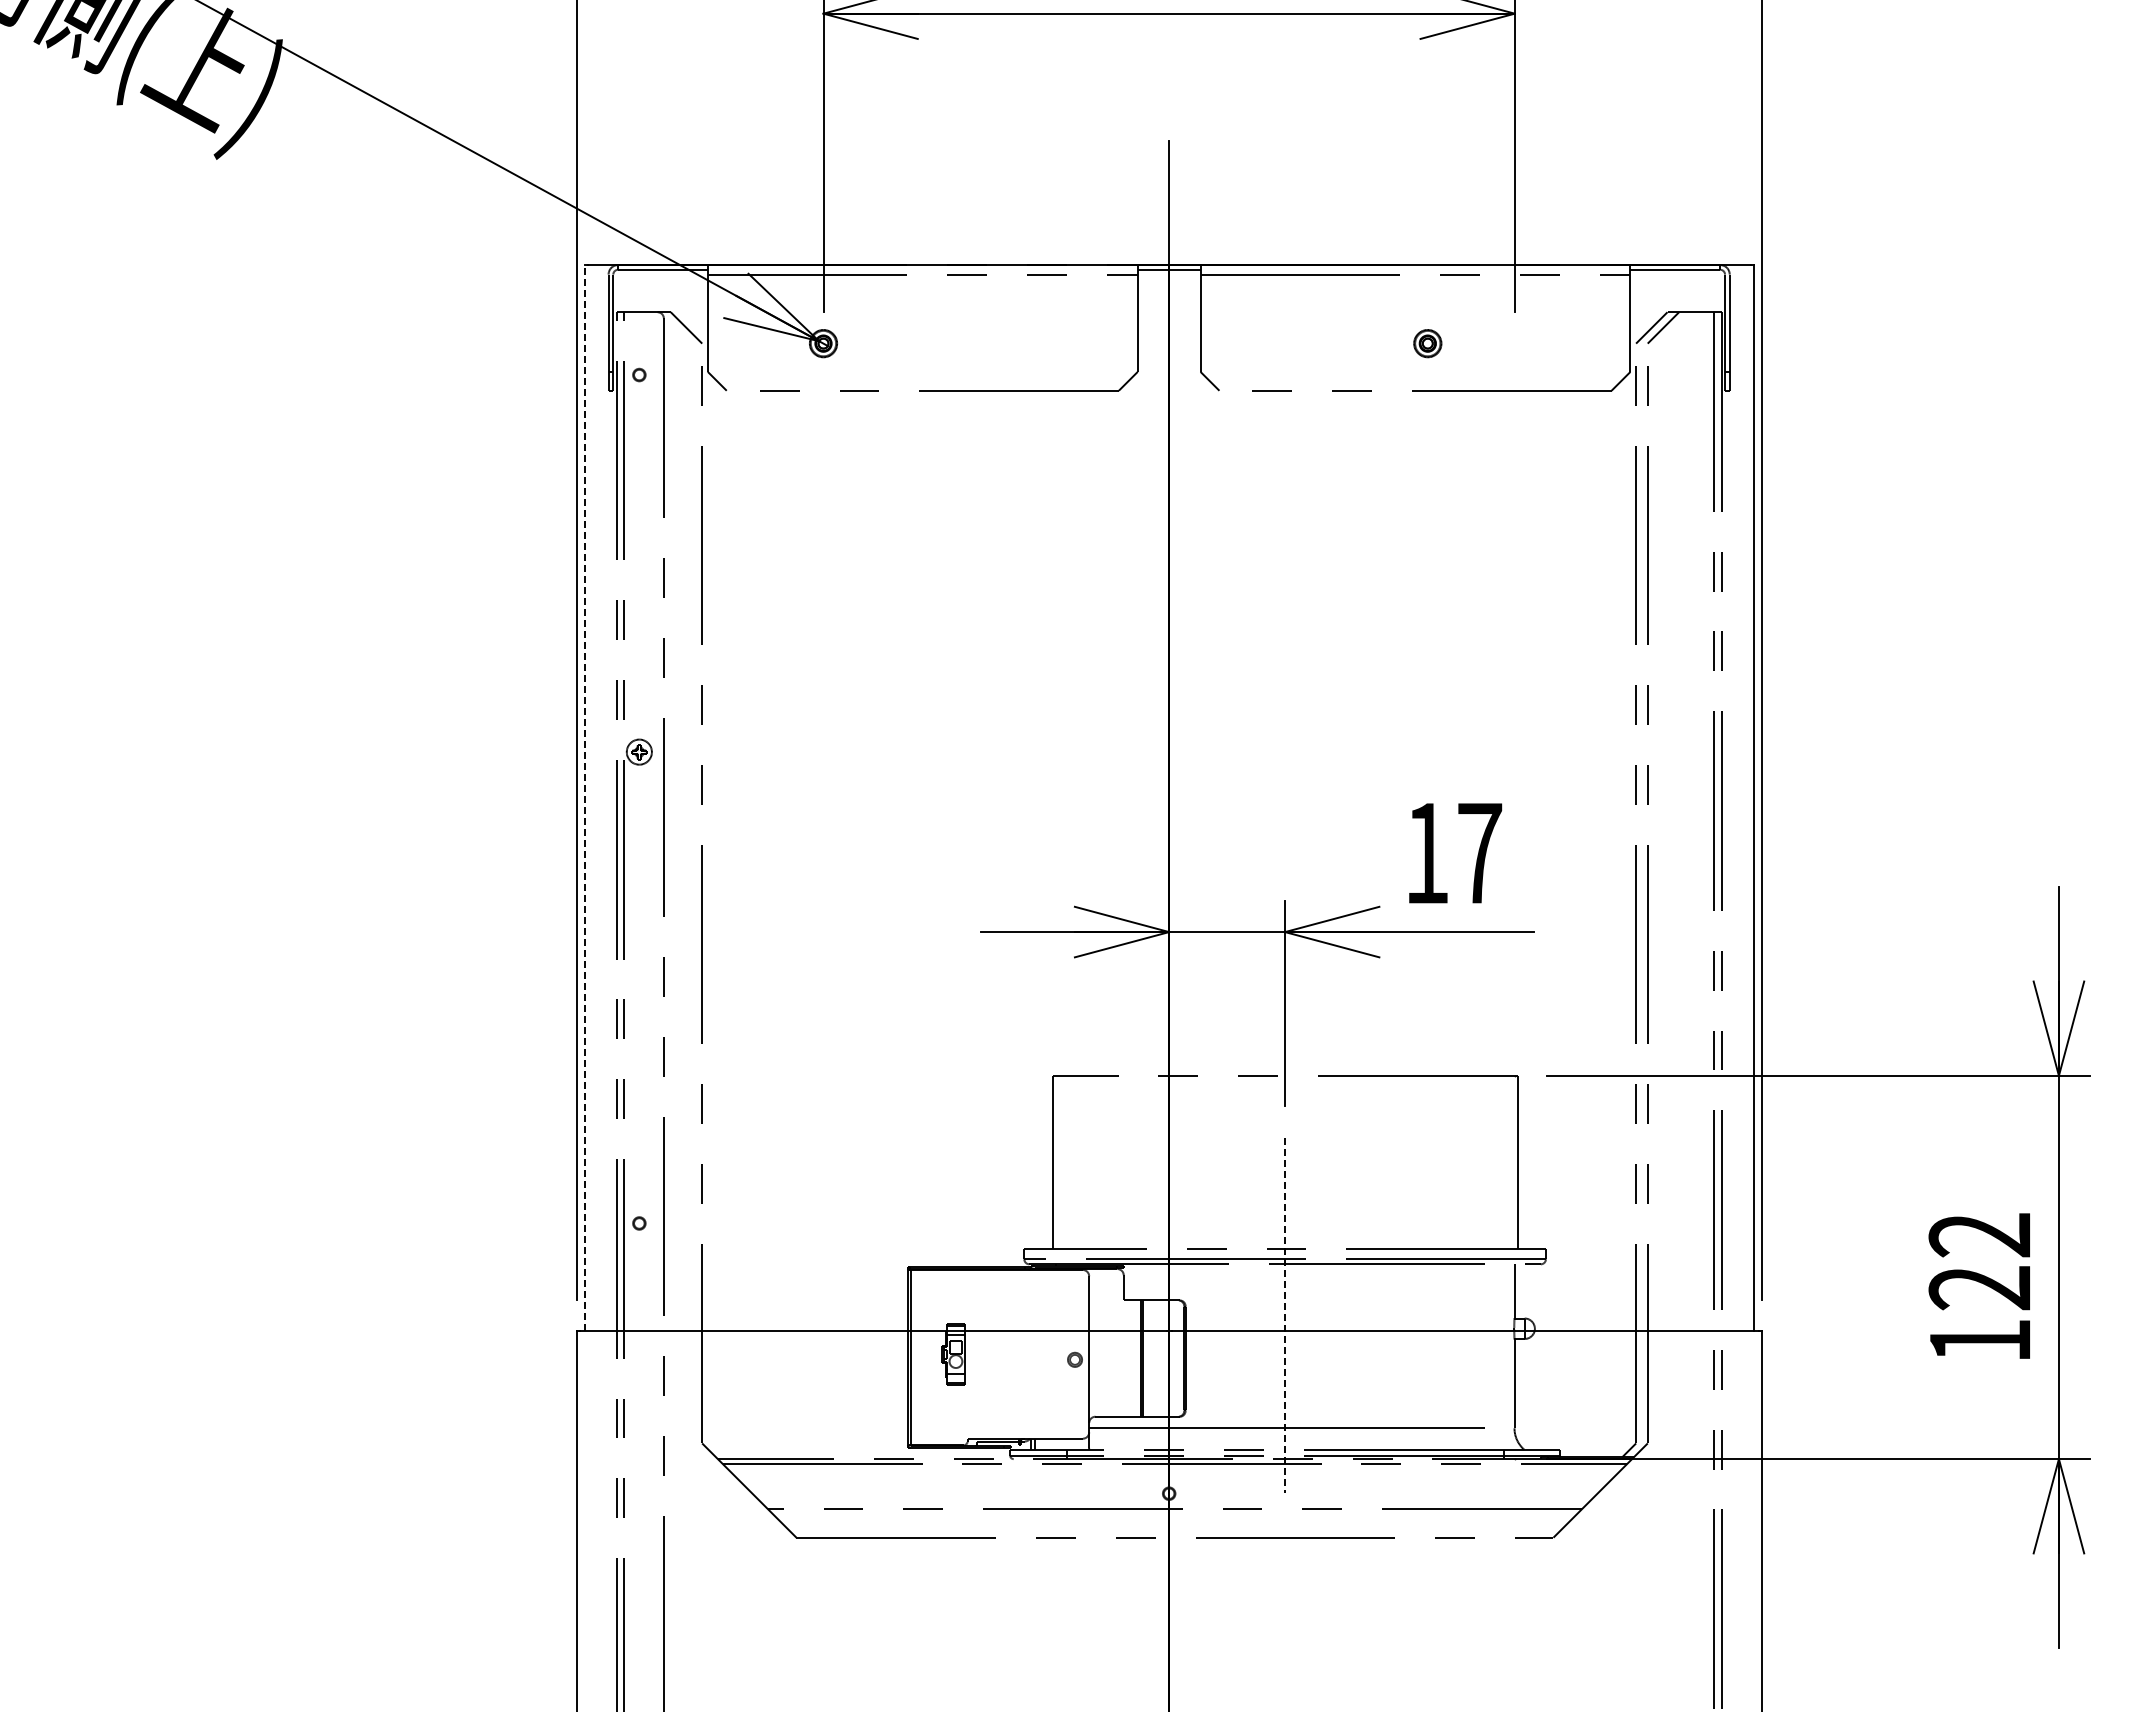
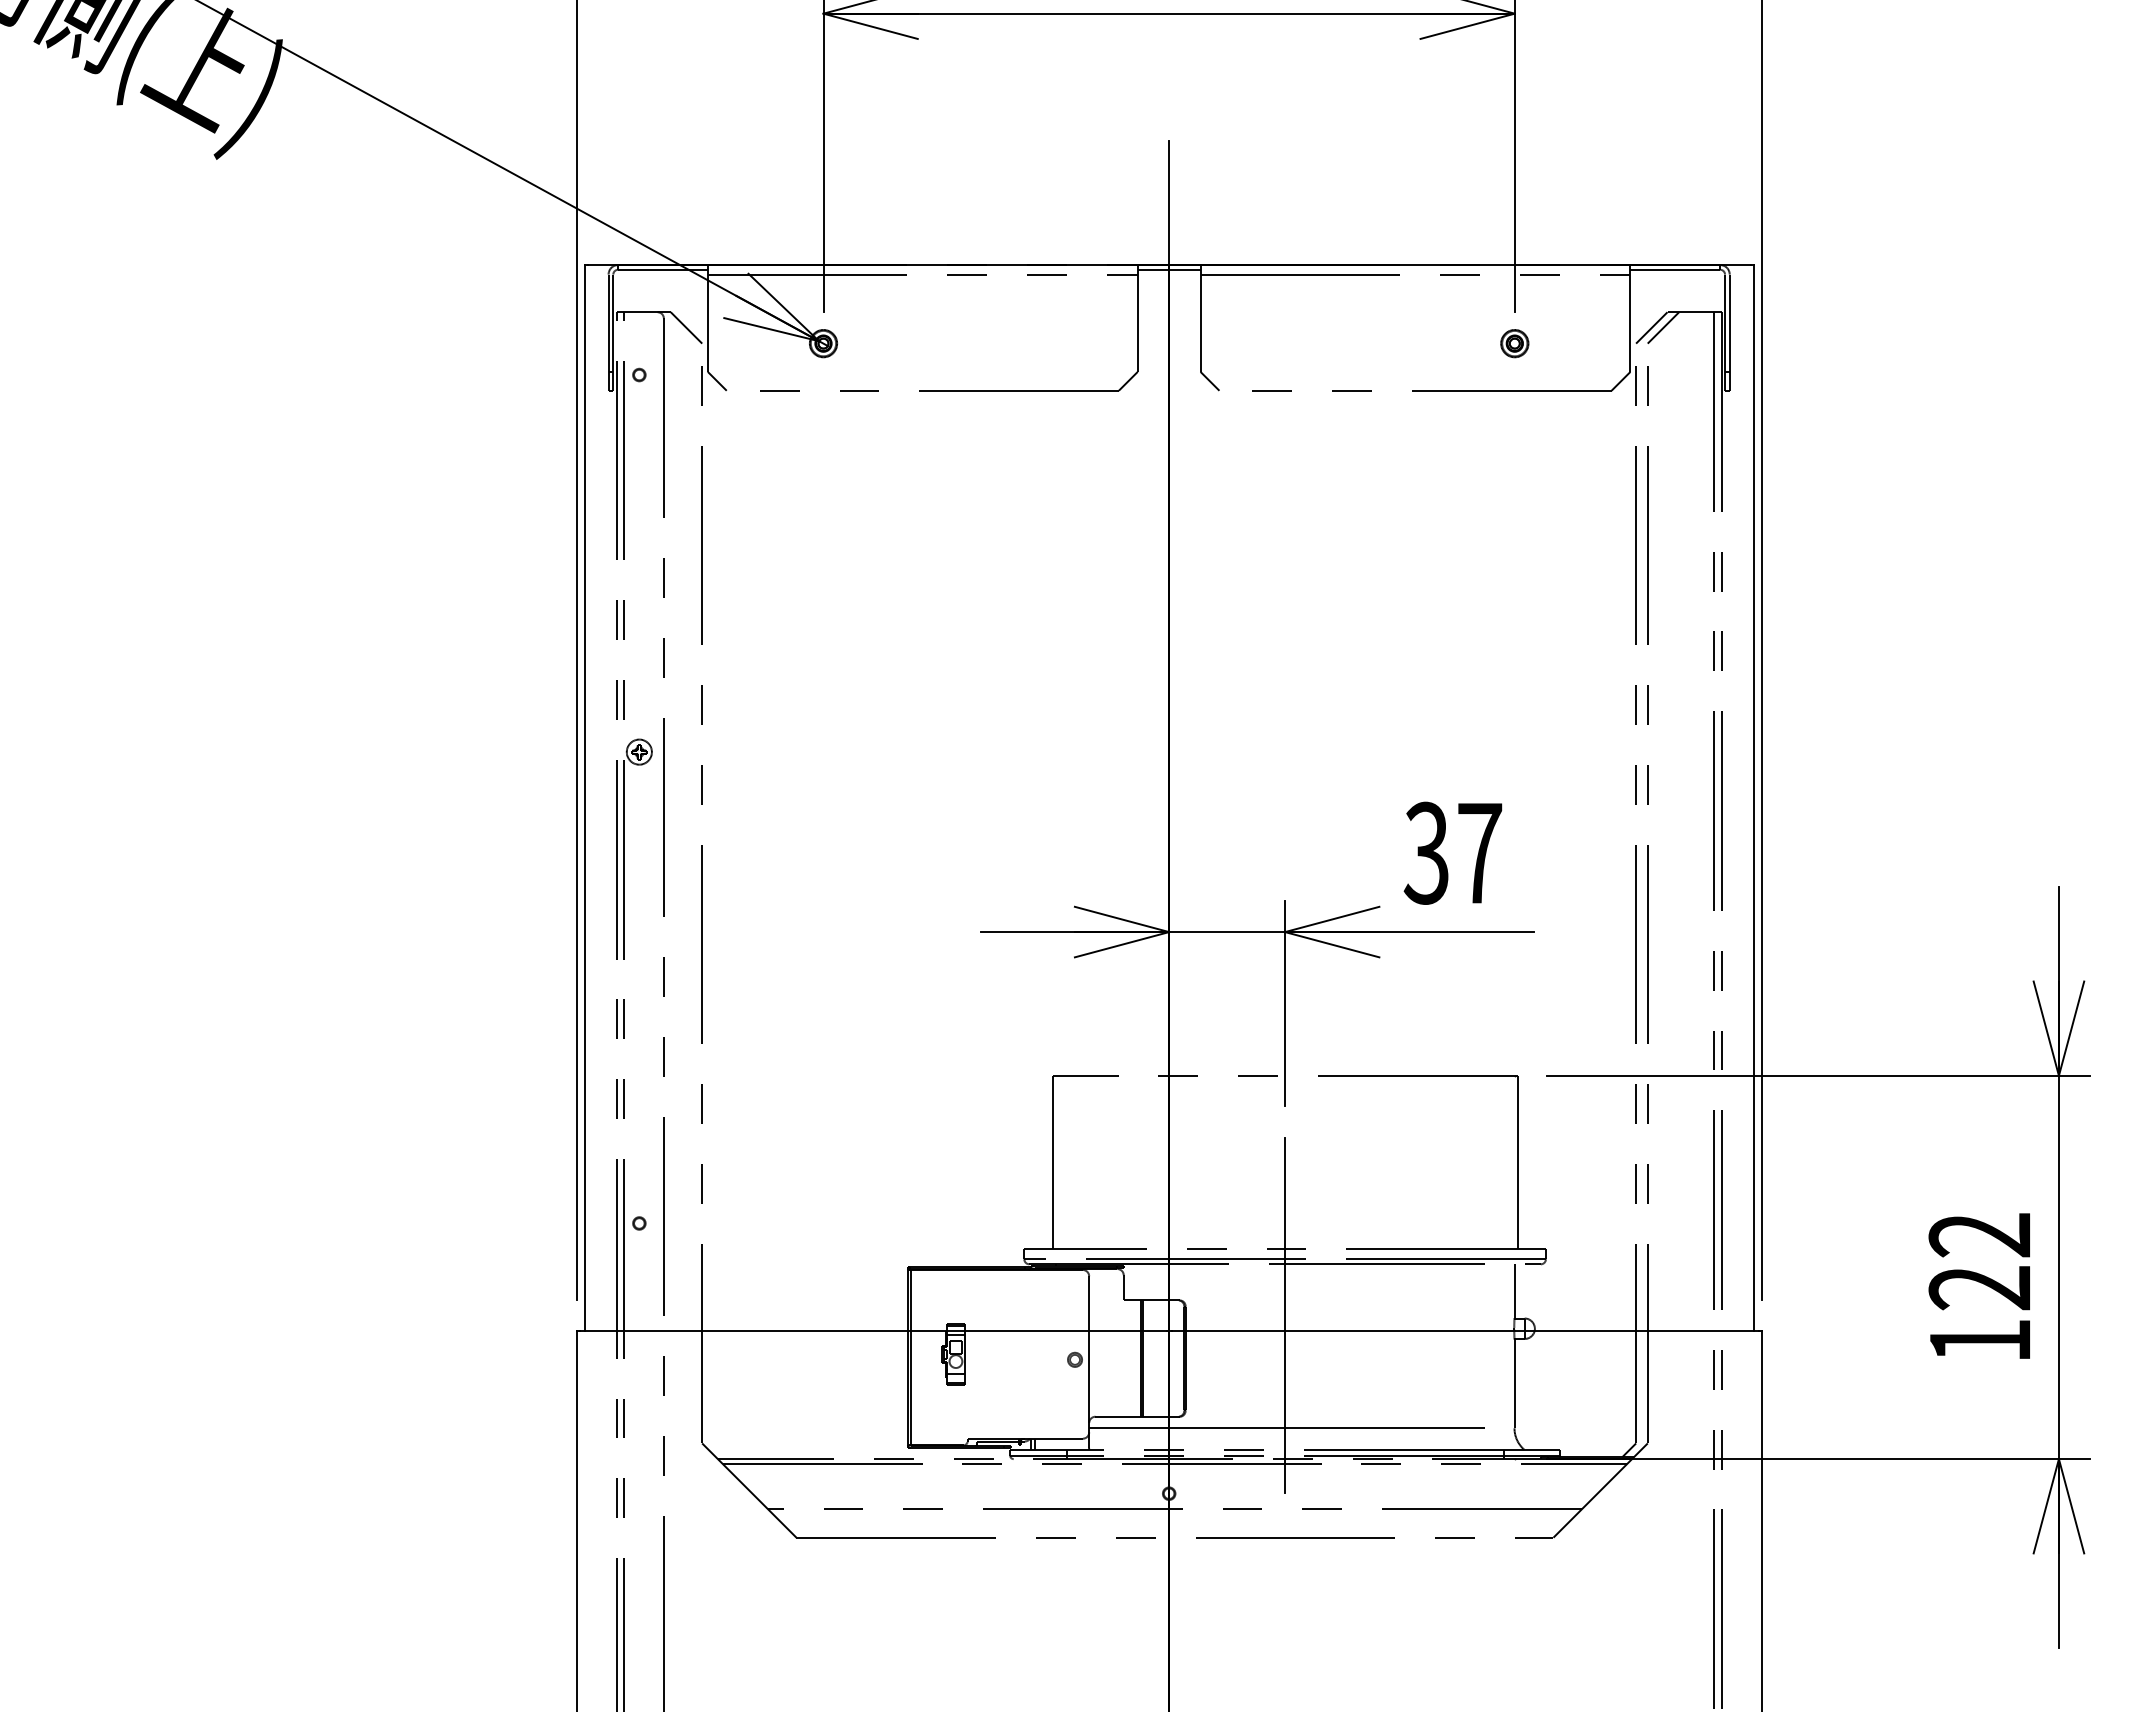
part at (1427, 343) position: (1427, 343) -> (1514, 343)
line at (584, 798): dashed -> solid
text at (1425, 852): 17 -> 37
line at (1285, 1315): dashed -> solid
